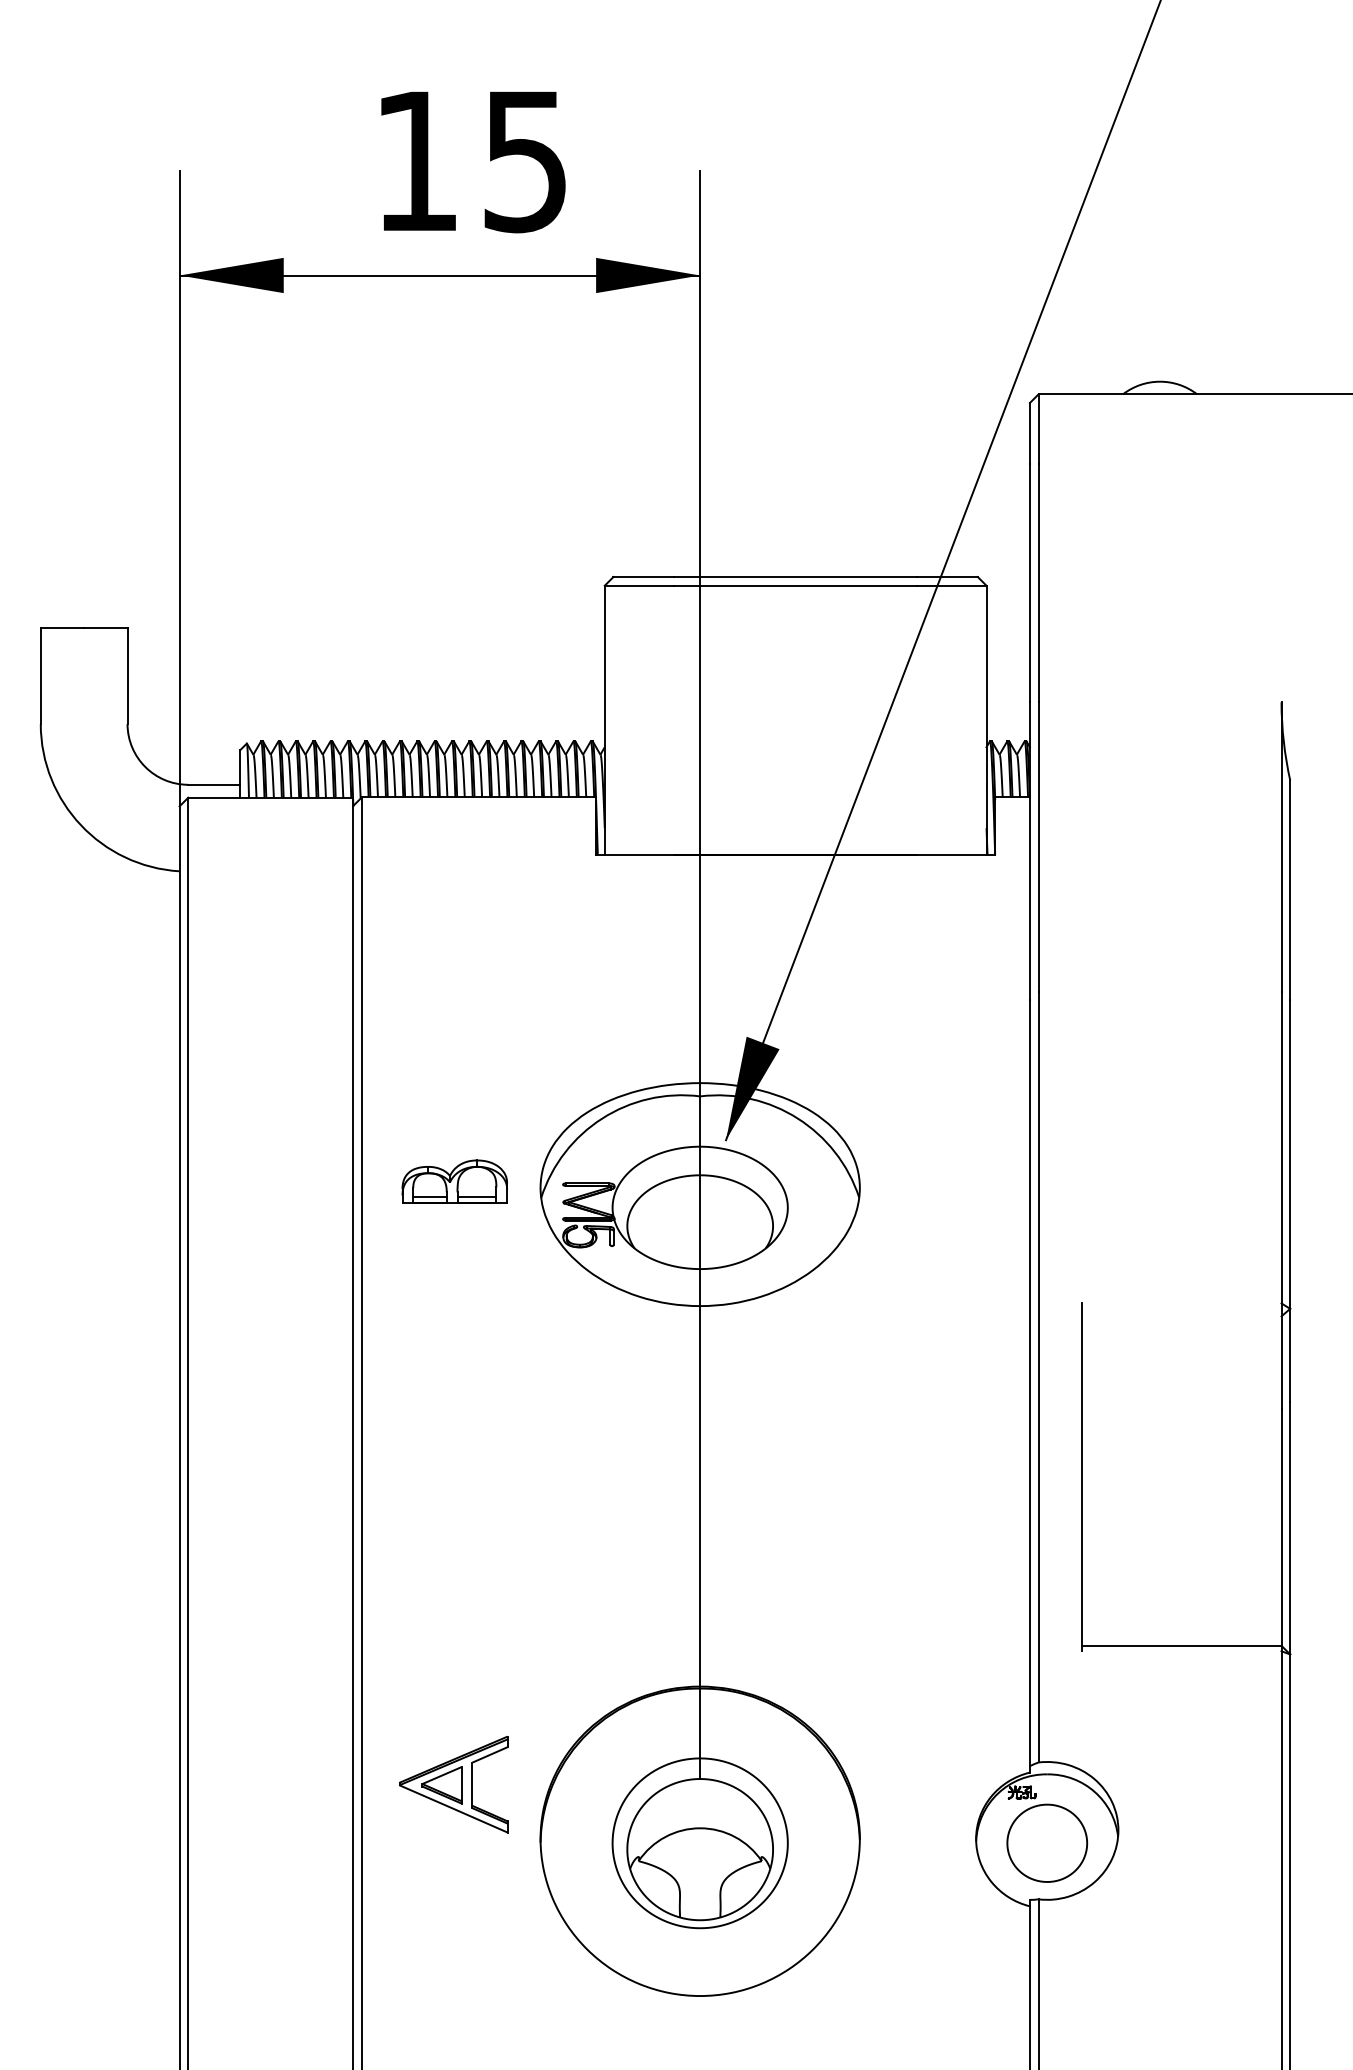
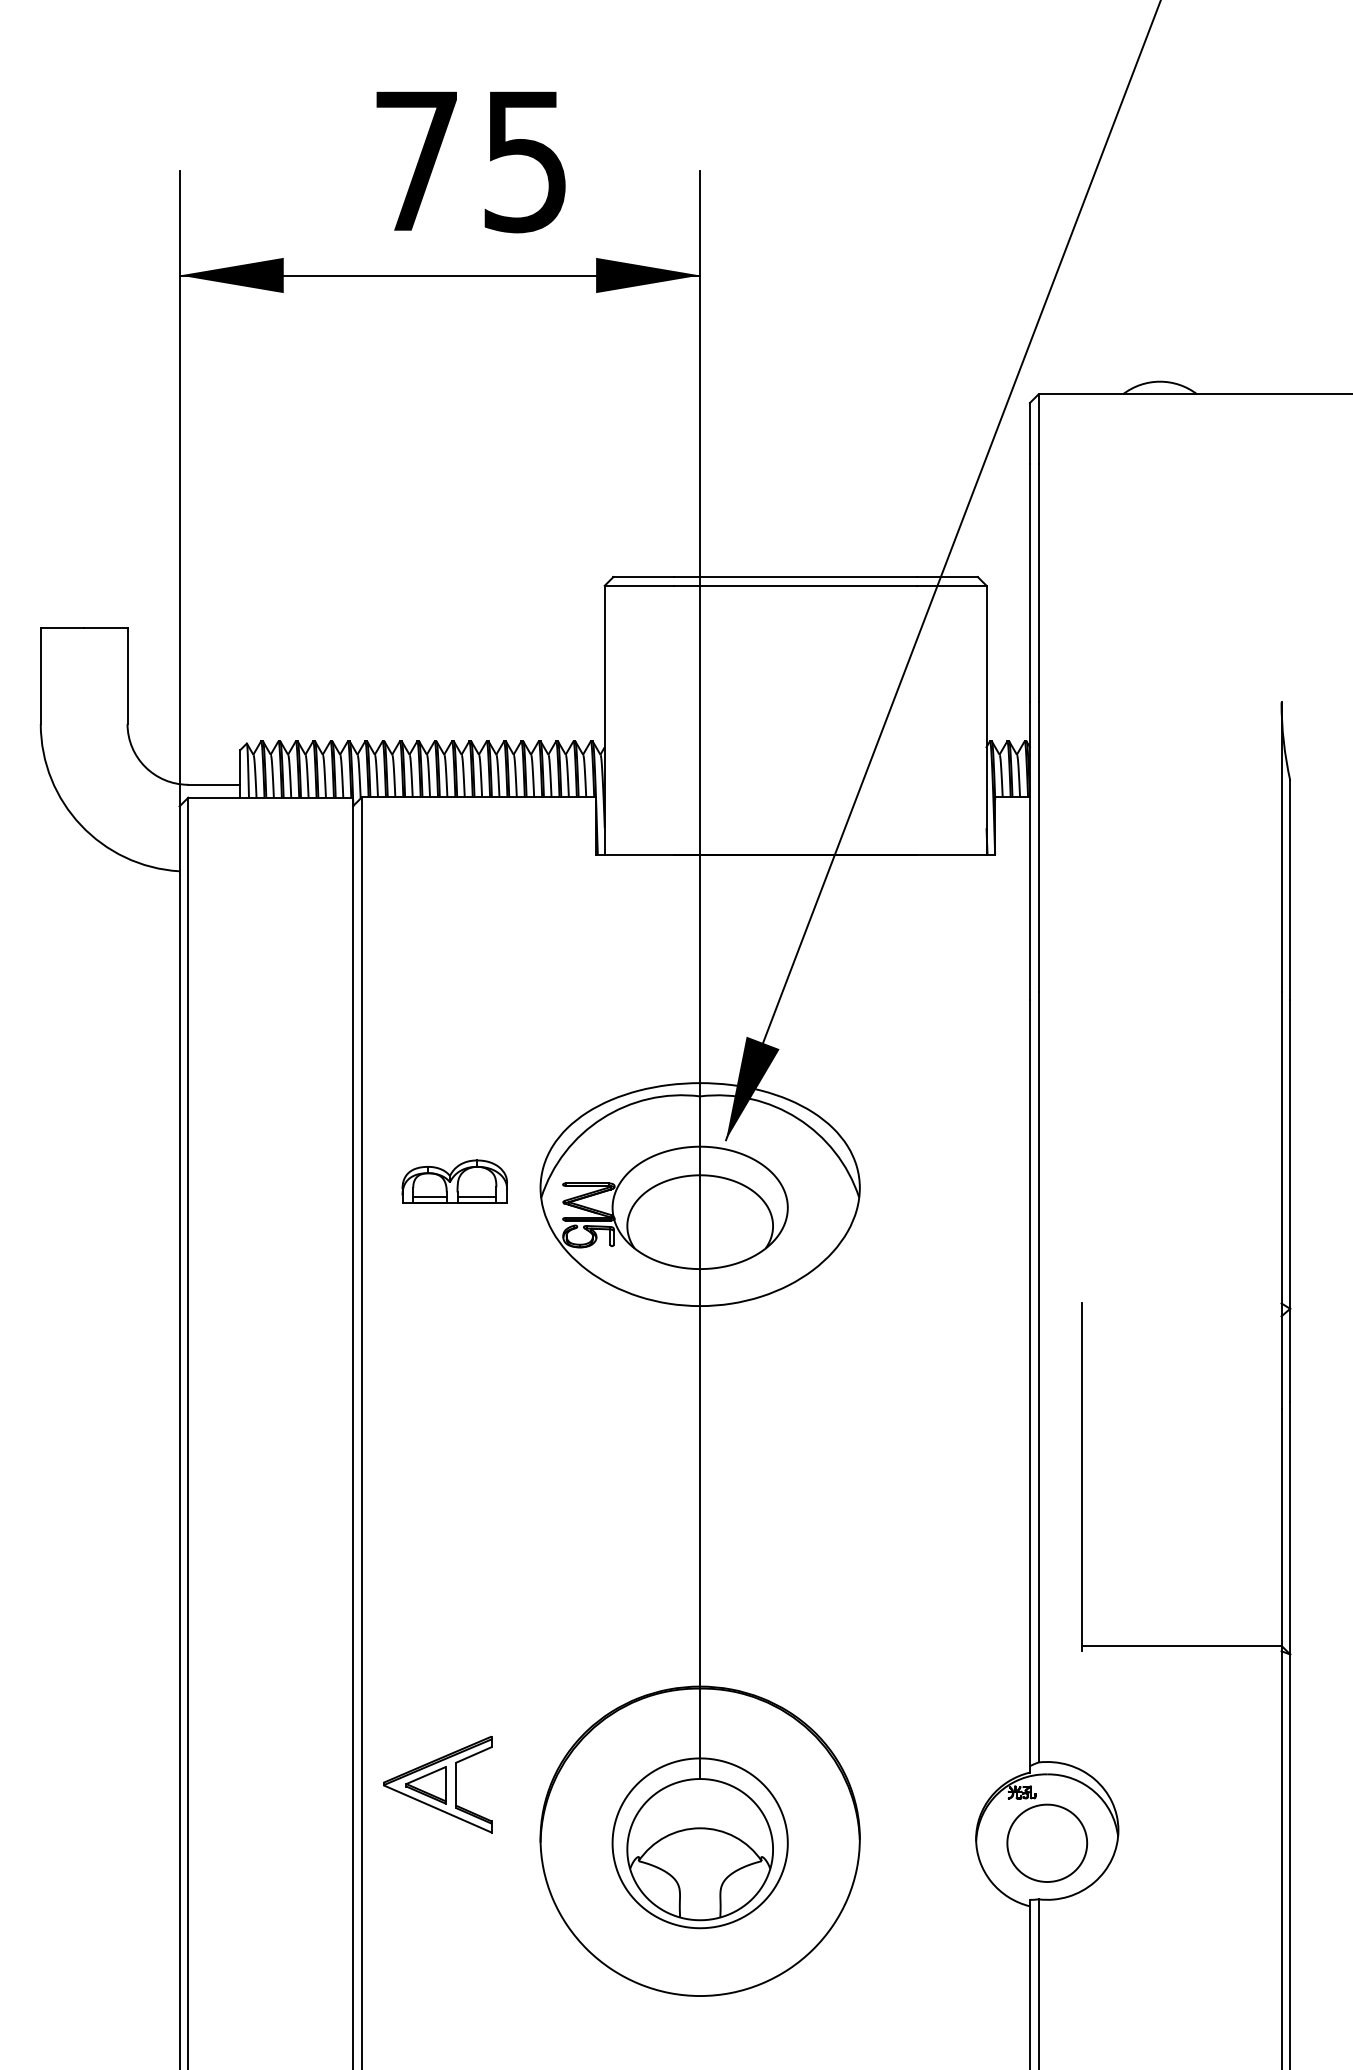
text at (416, 160): 15 -> 75
part at (453, 1784) position: (453, 1784) -> (437, 1784)
